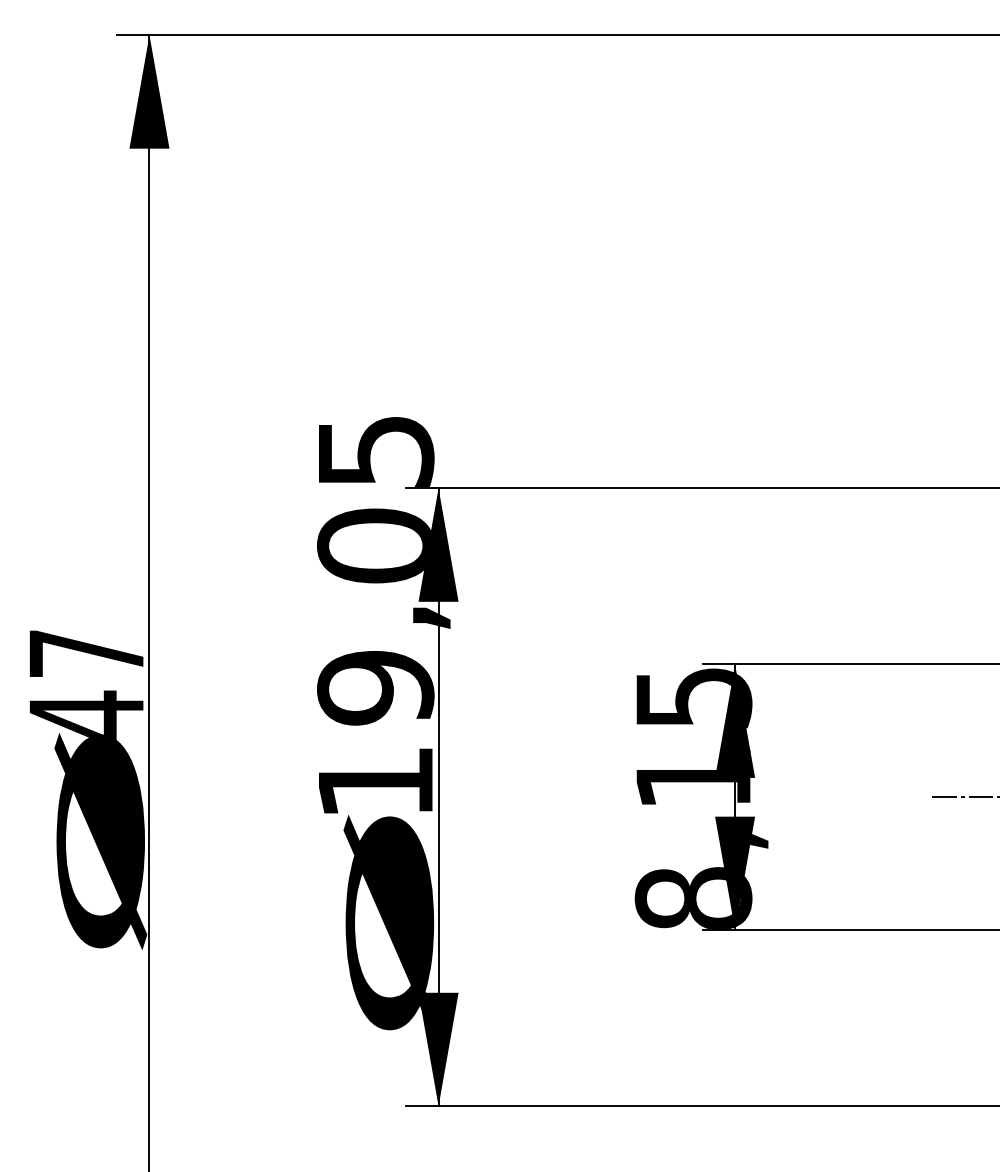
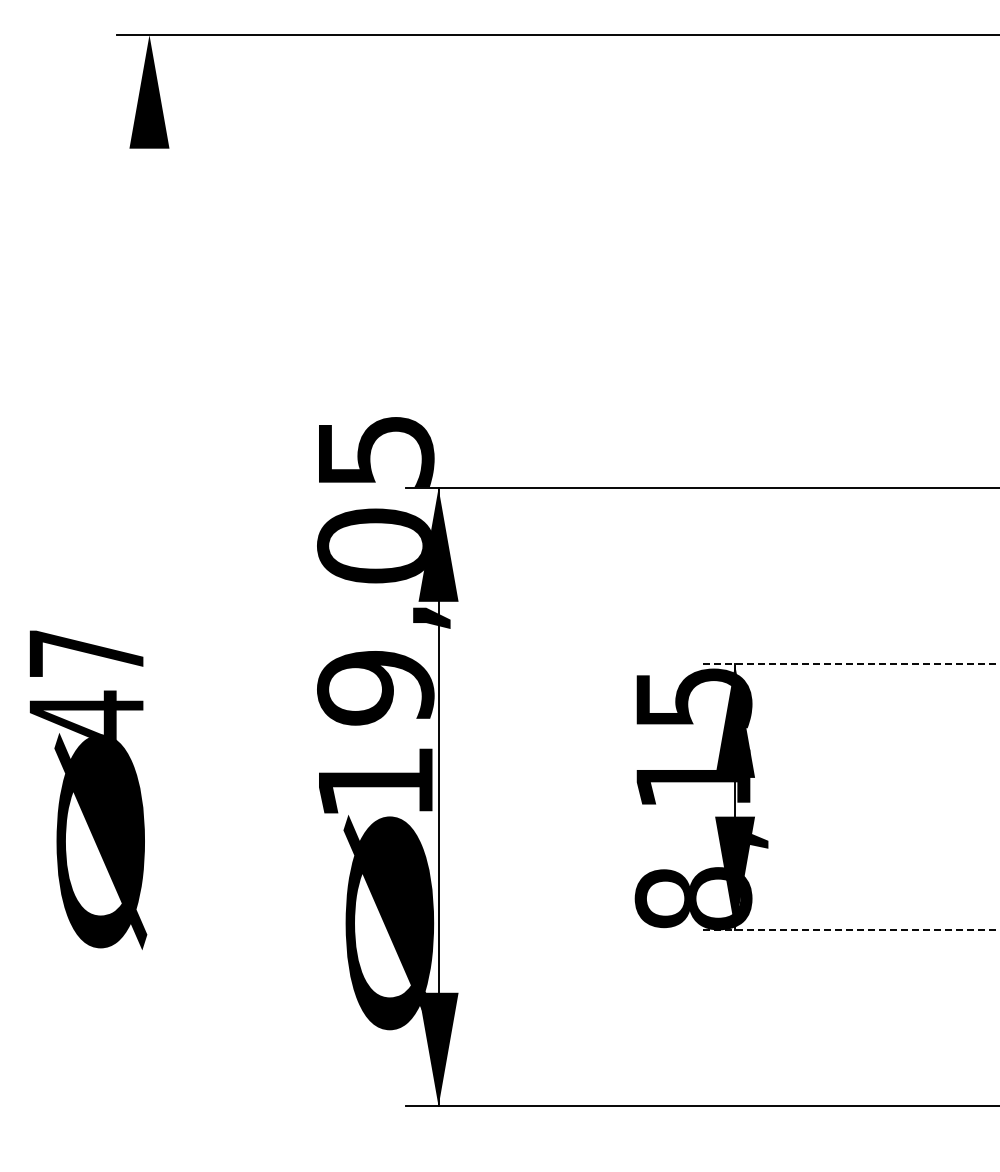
line at (149, 601): present -> none
line at (850, 664): solid -> dashed
line at (964, 797): present -> none
line at (850, 930): solid -> dashed
